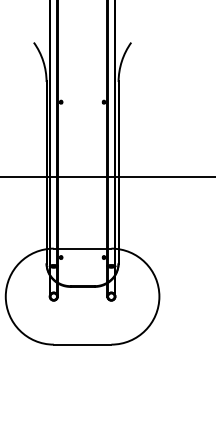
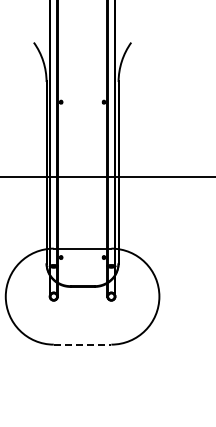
line at (82, 344): solid -> dashed
